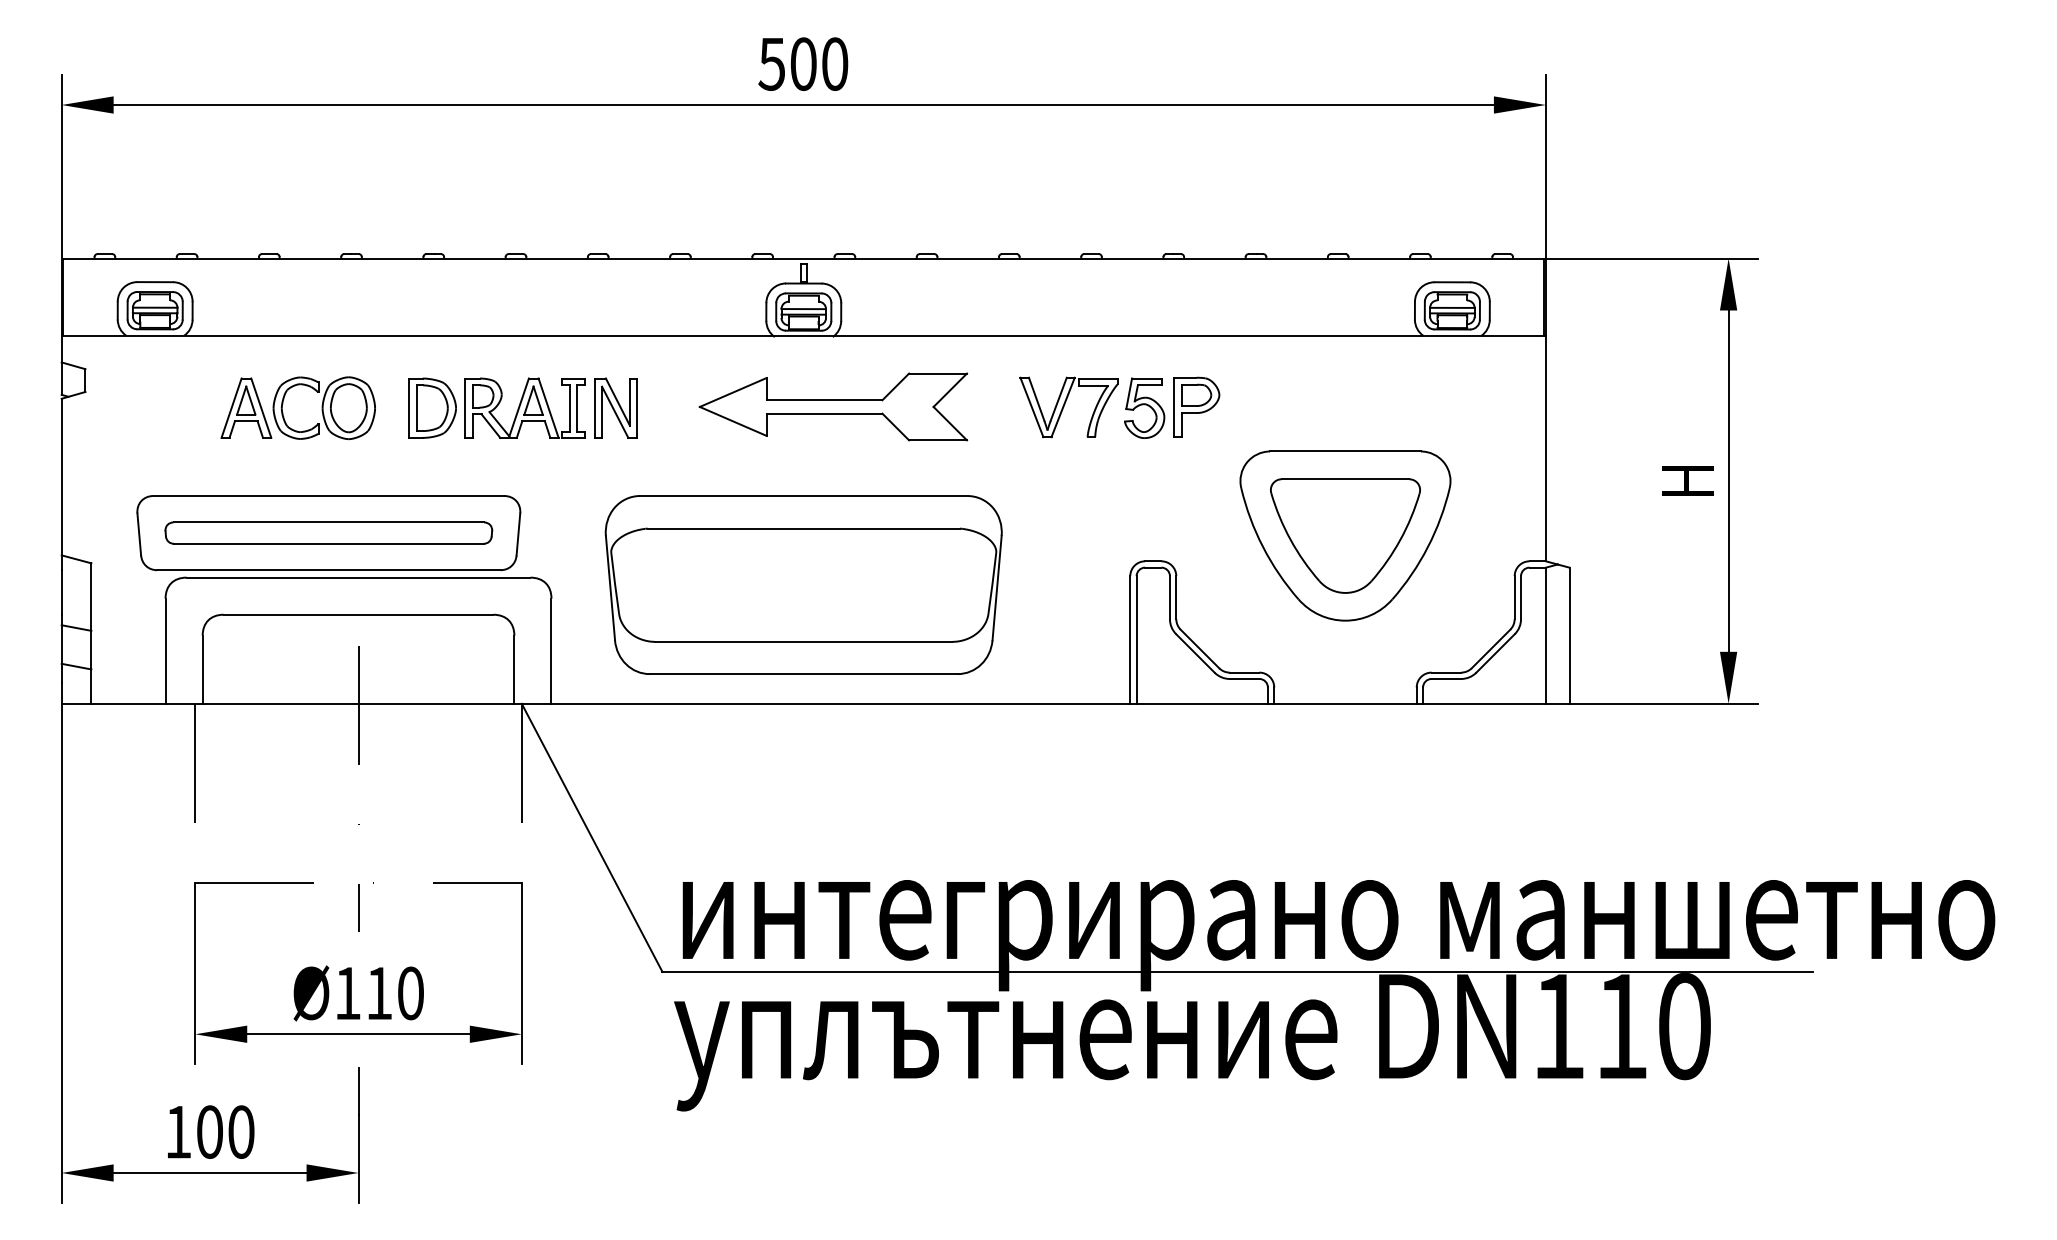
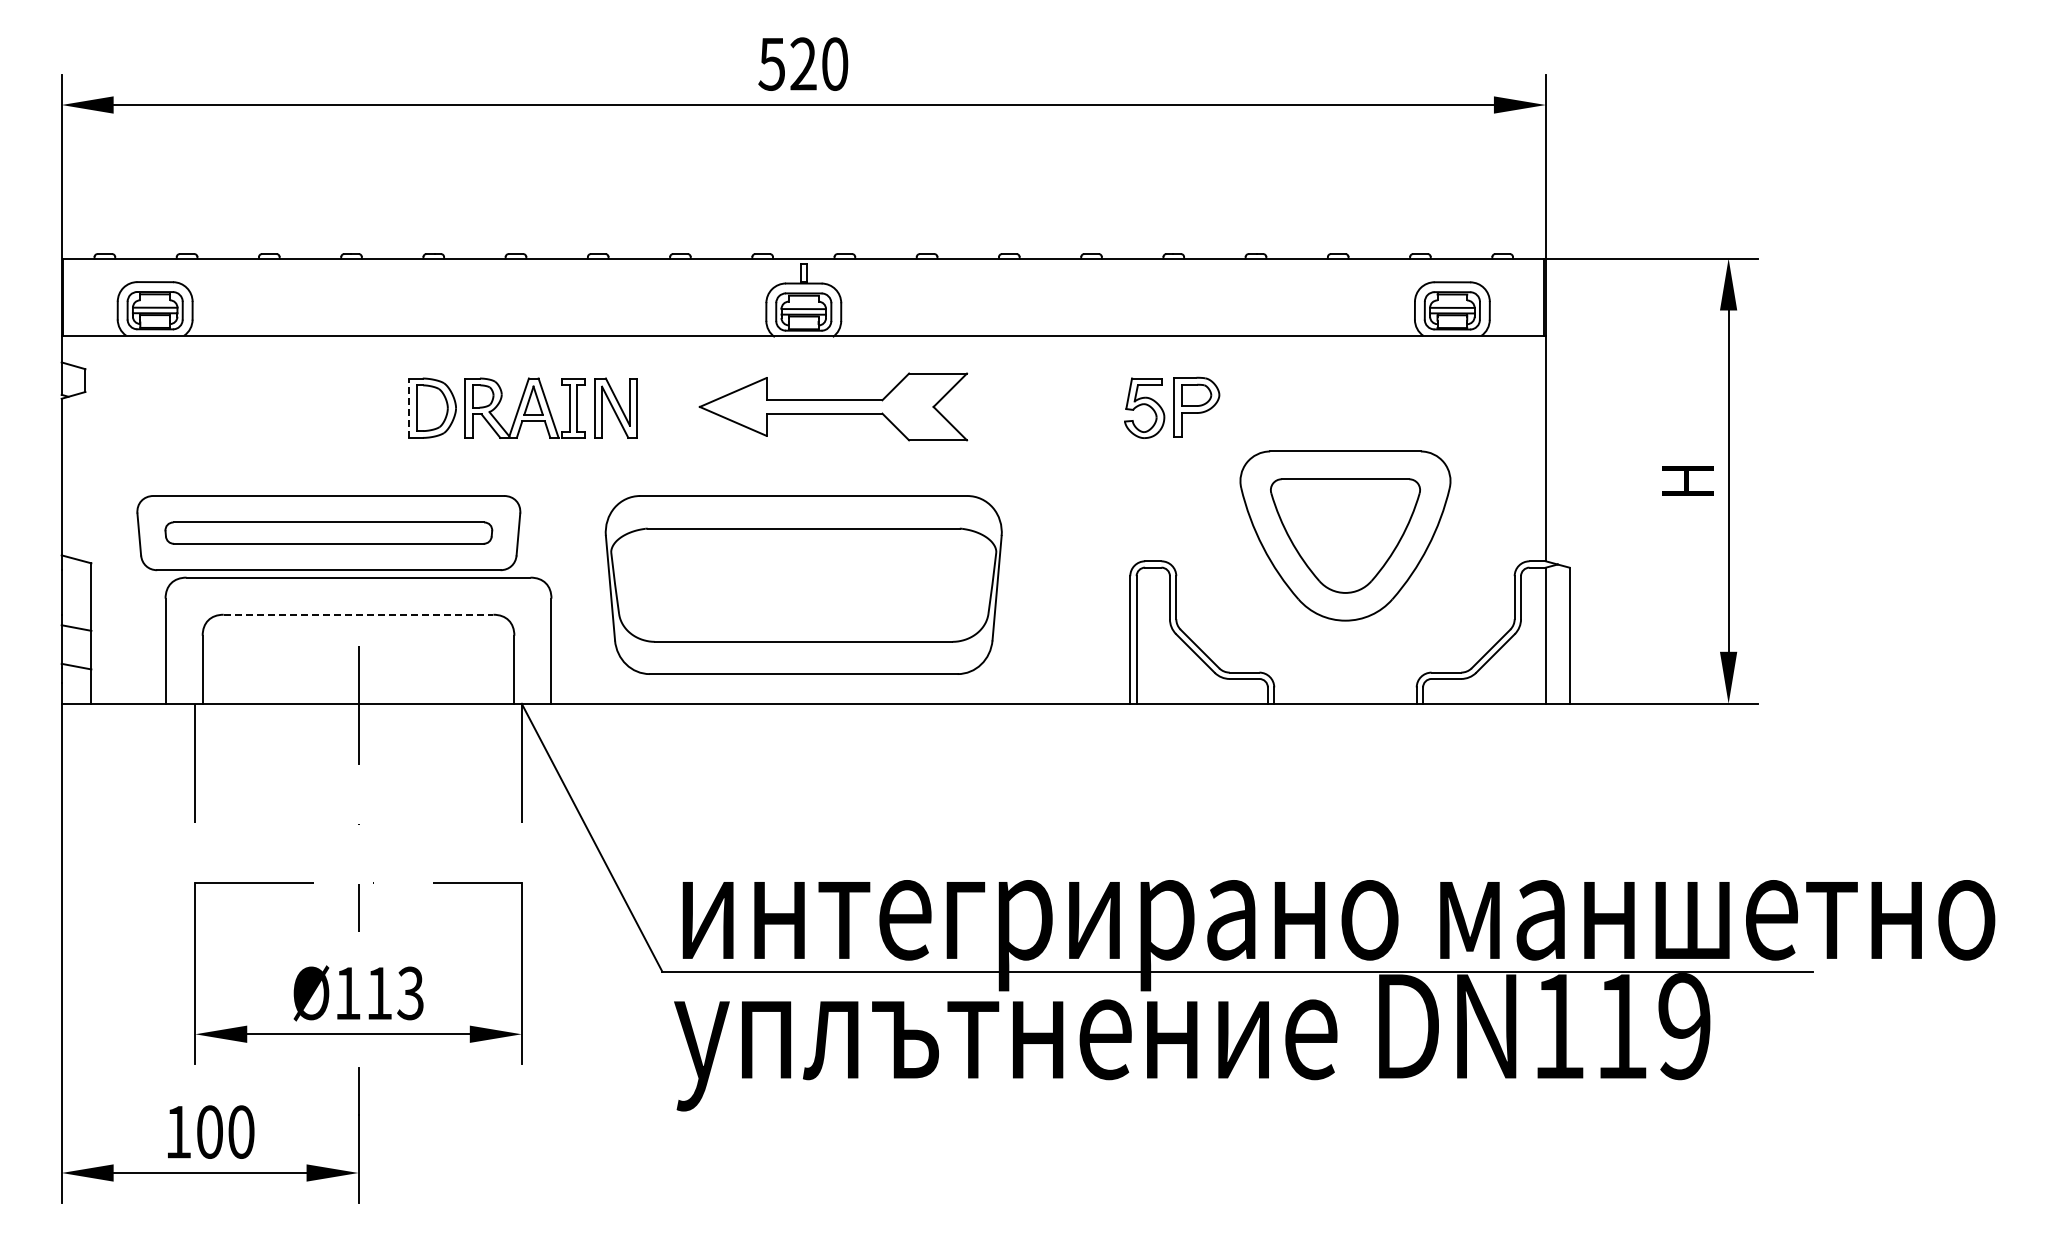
text at (803, 63): 500 -> 520
part at (283, 403): present -> none
part at (1068, 407): present -> none
line at (409, 408): solid -> dashed
line at (358, 614): solid -> dashed
text at (410, 993): Ø110 -> Ø113
text at (1684, 1026): DN110 -> DN119
